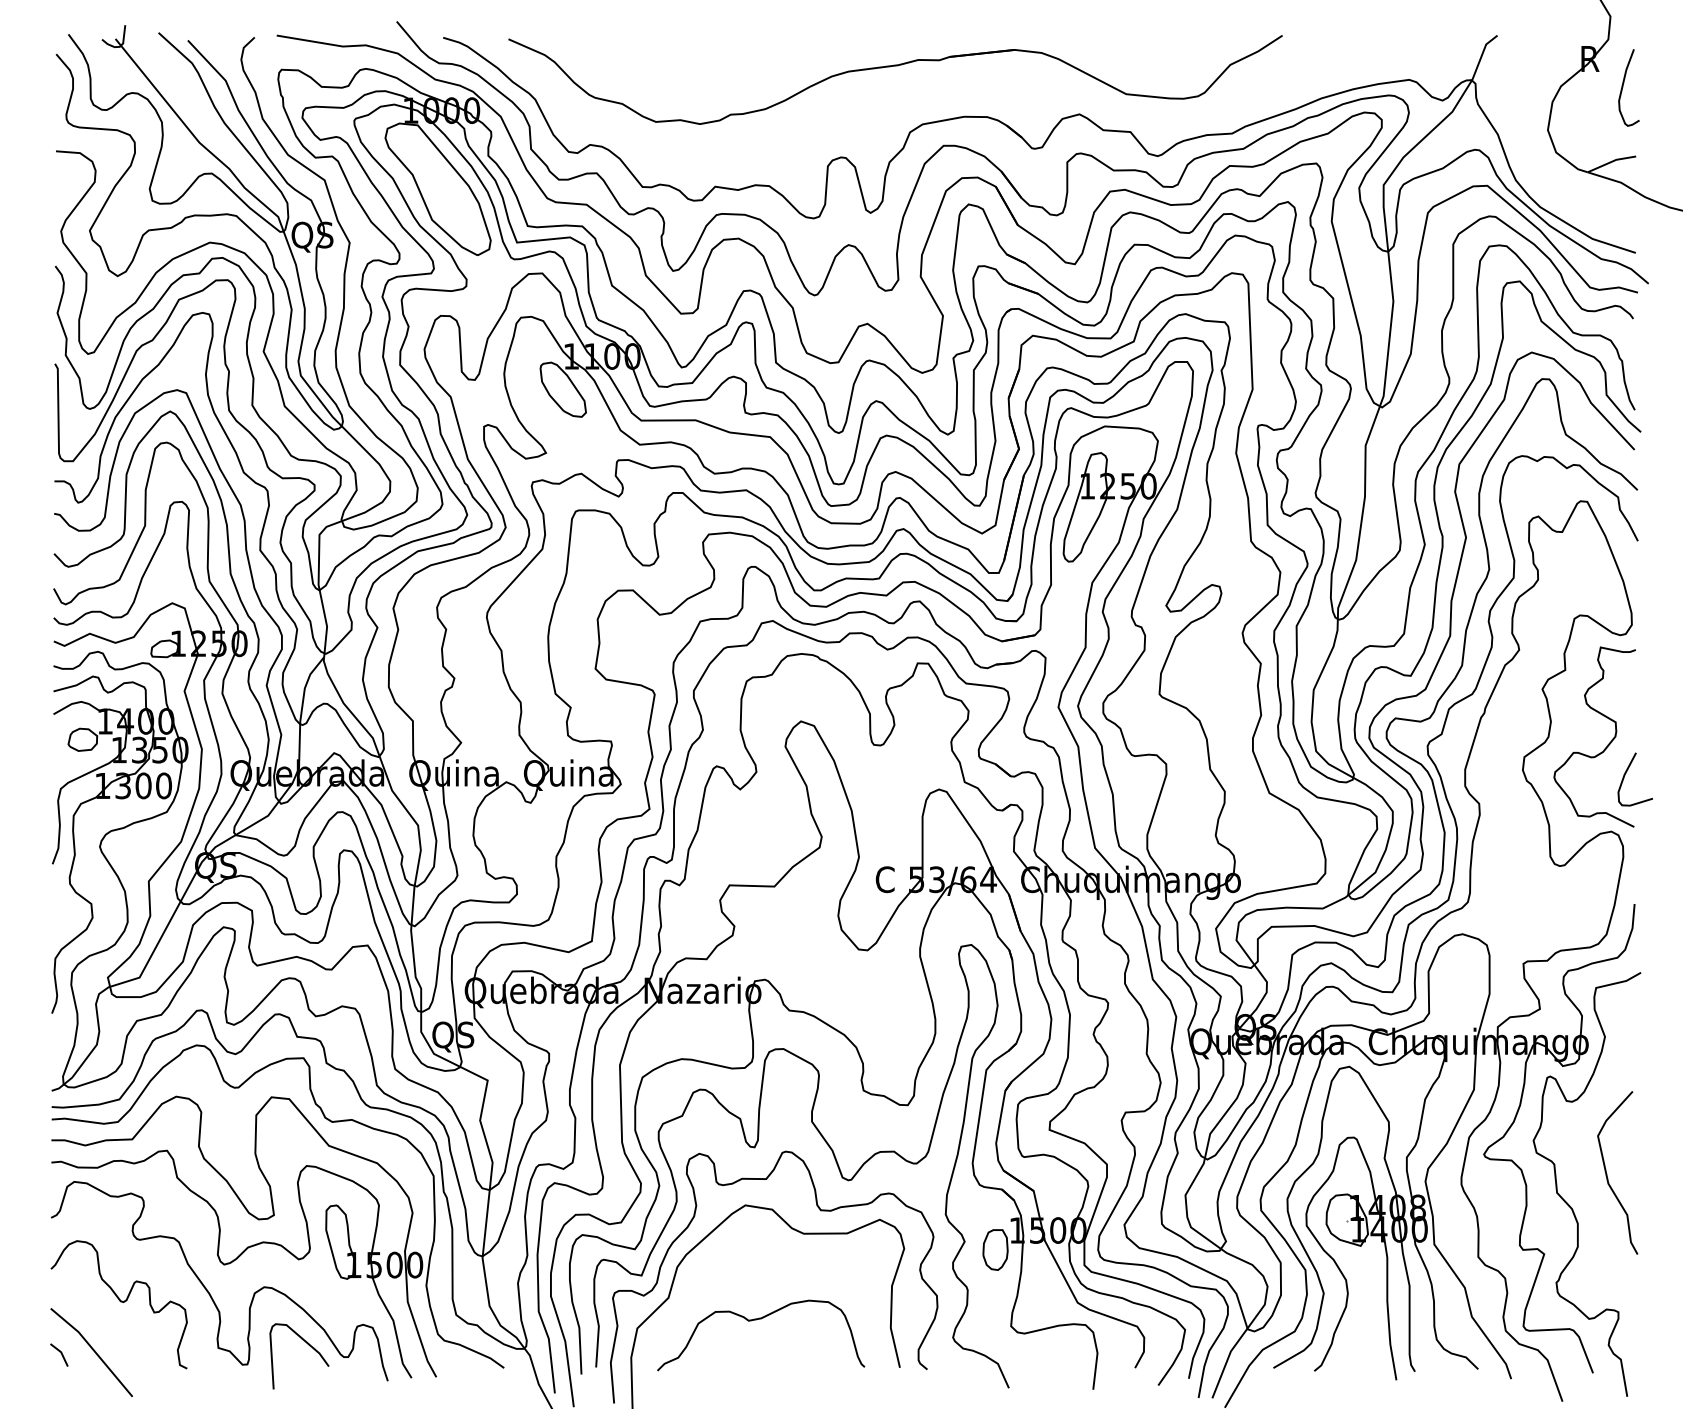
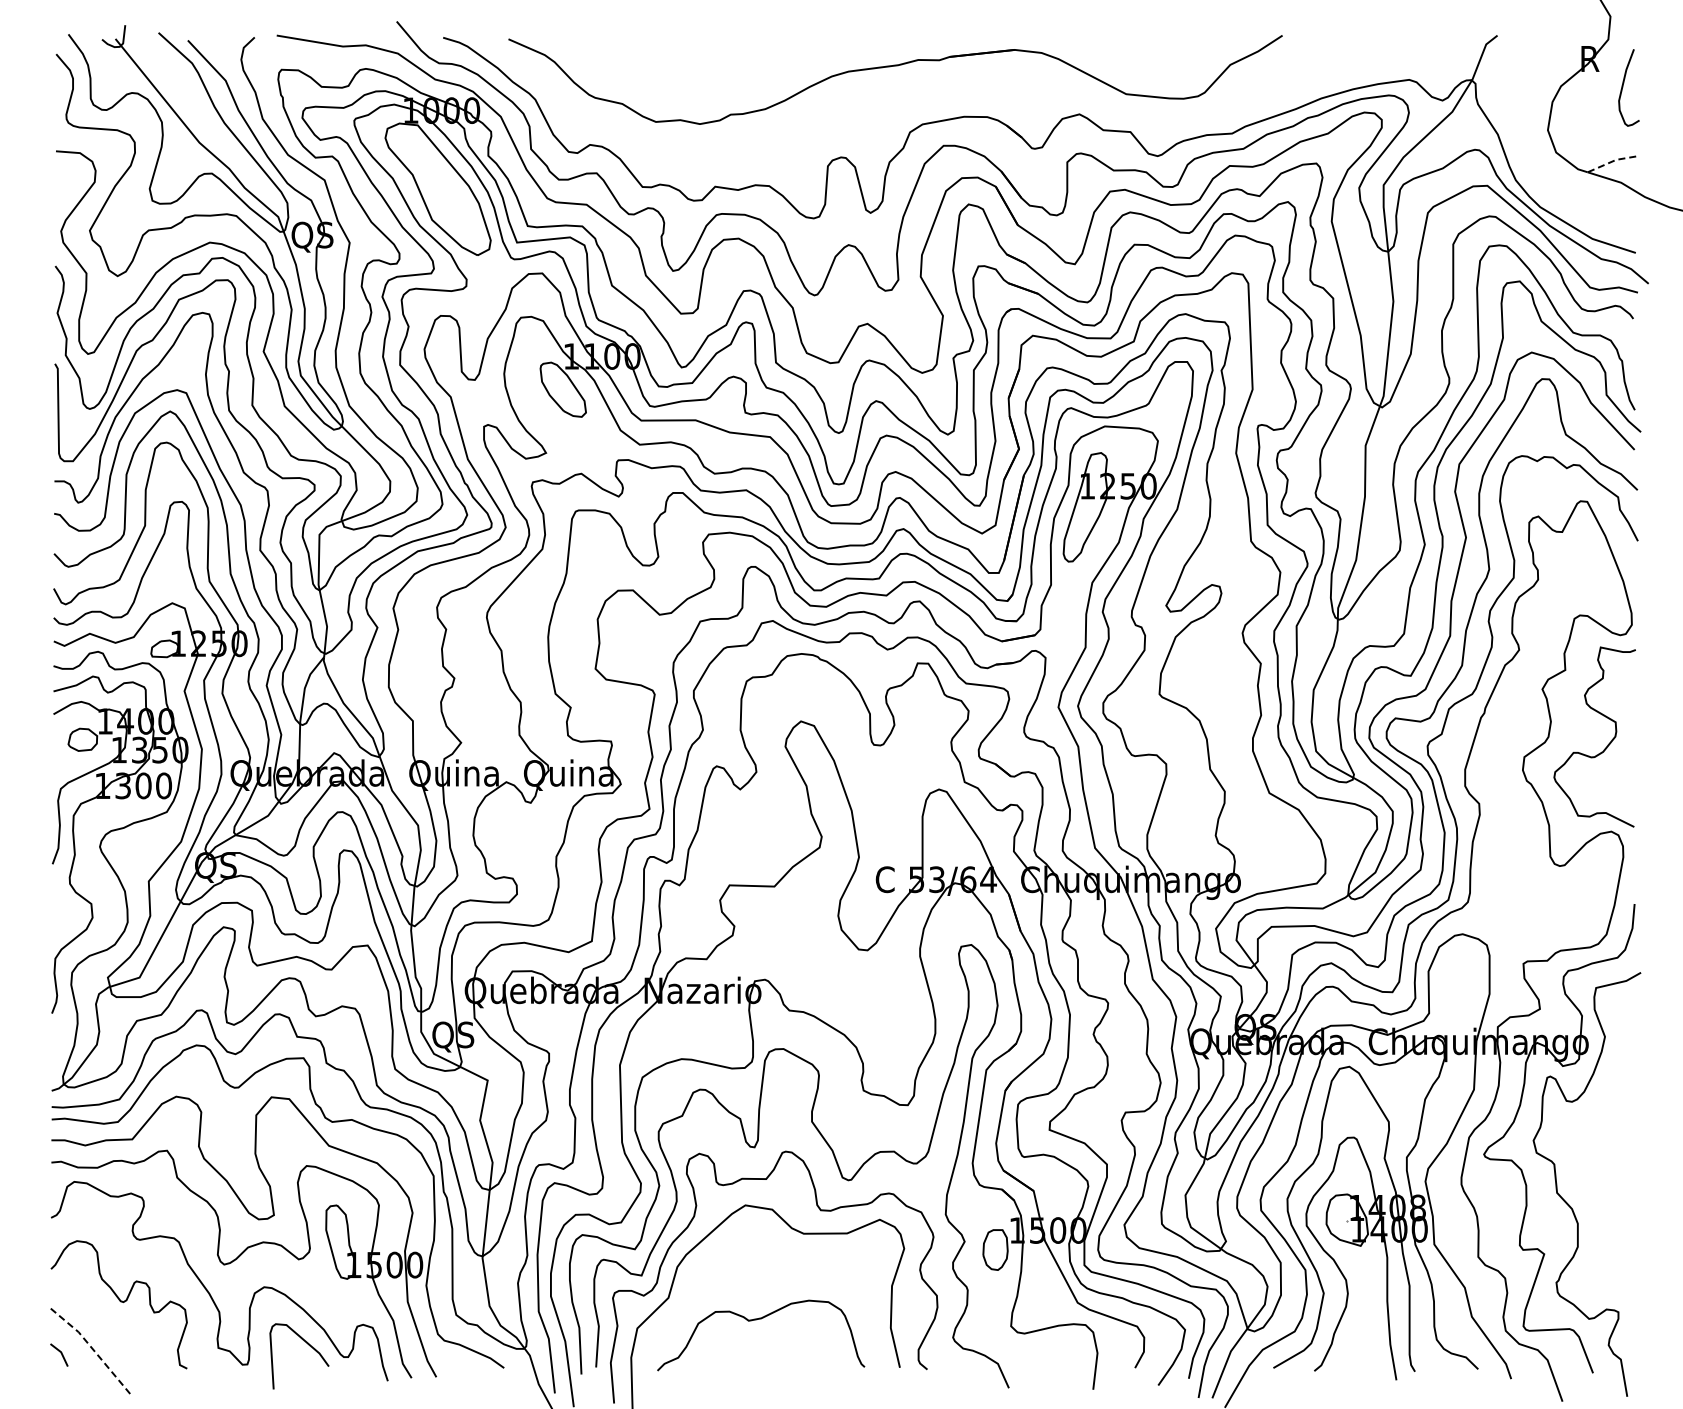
line at (1611, 161): solid -> dashed
curve at (1625, 775): present -> none
curve at (1607, 1173): present -> none
line at (93, 1350): solid -> dashed
